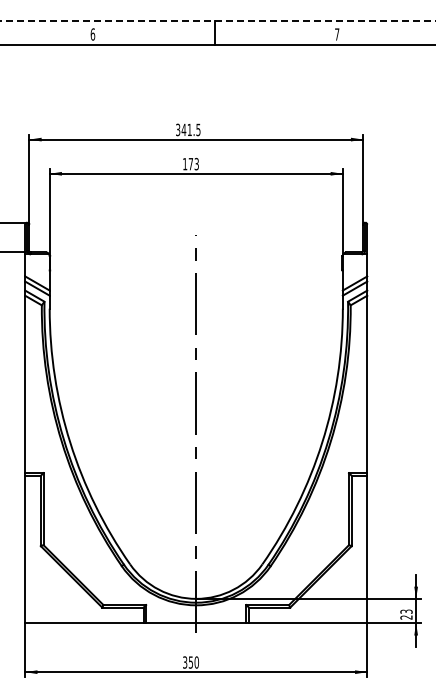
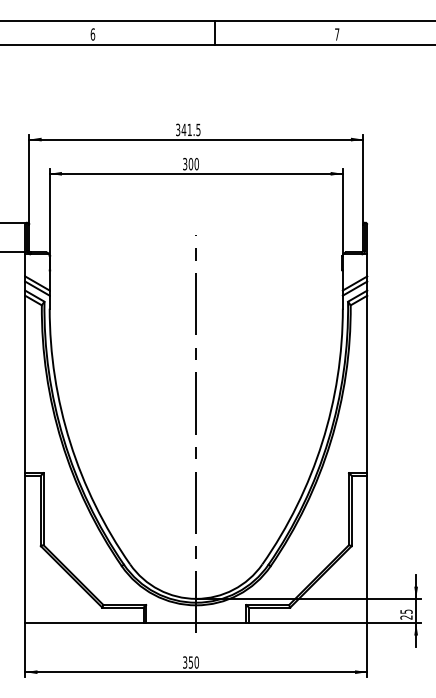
line at (218, 20): dashed -> solid
text at (190, 164): 173 -> 300
text at (405, 611): 23 -> 25
